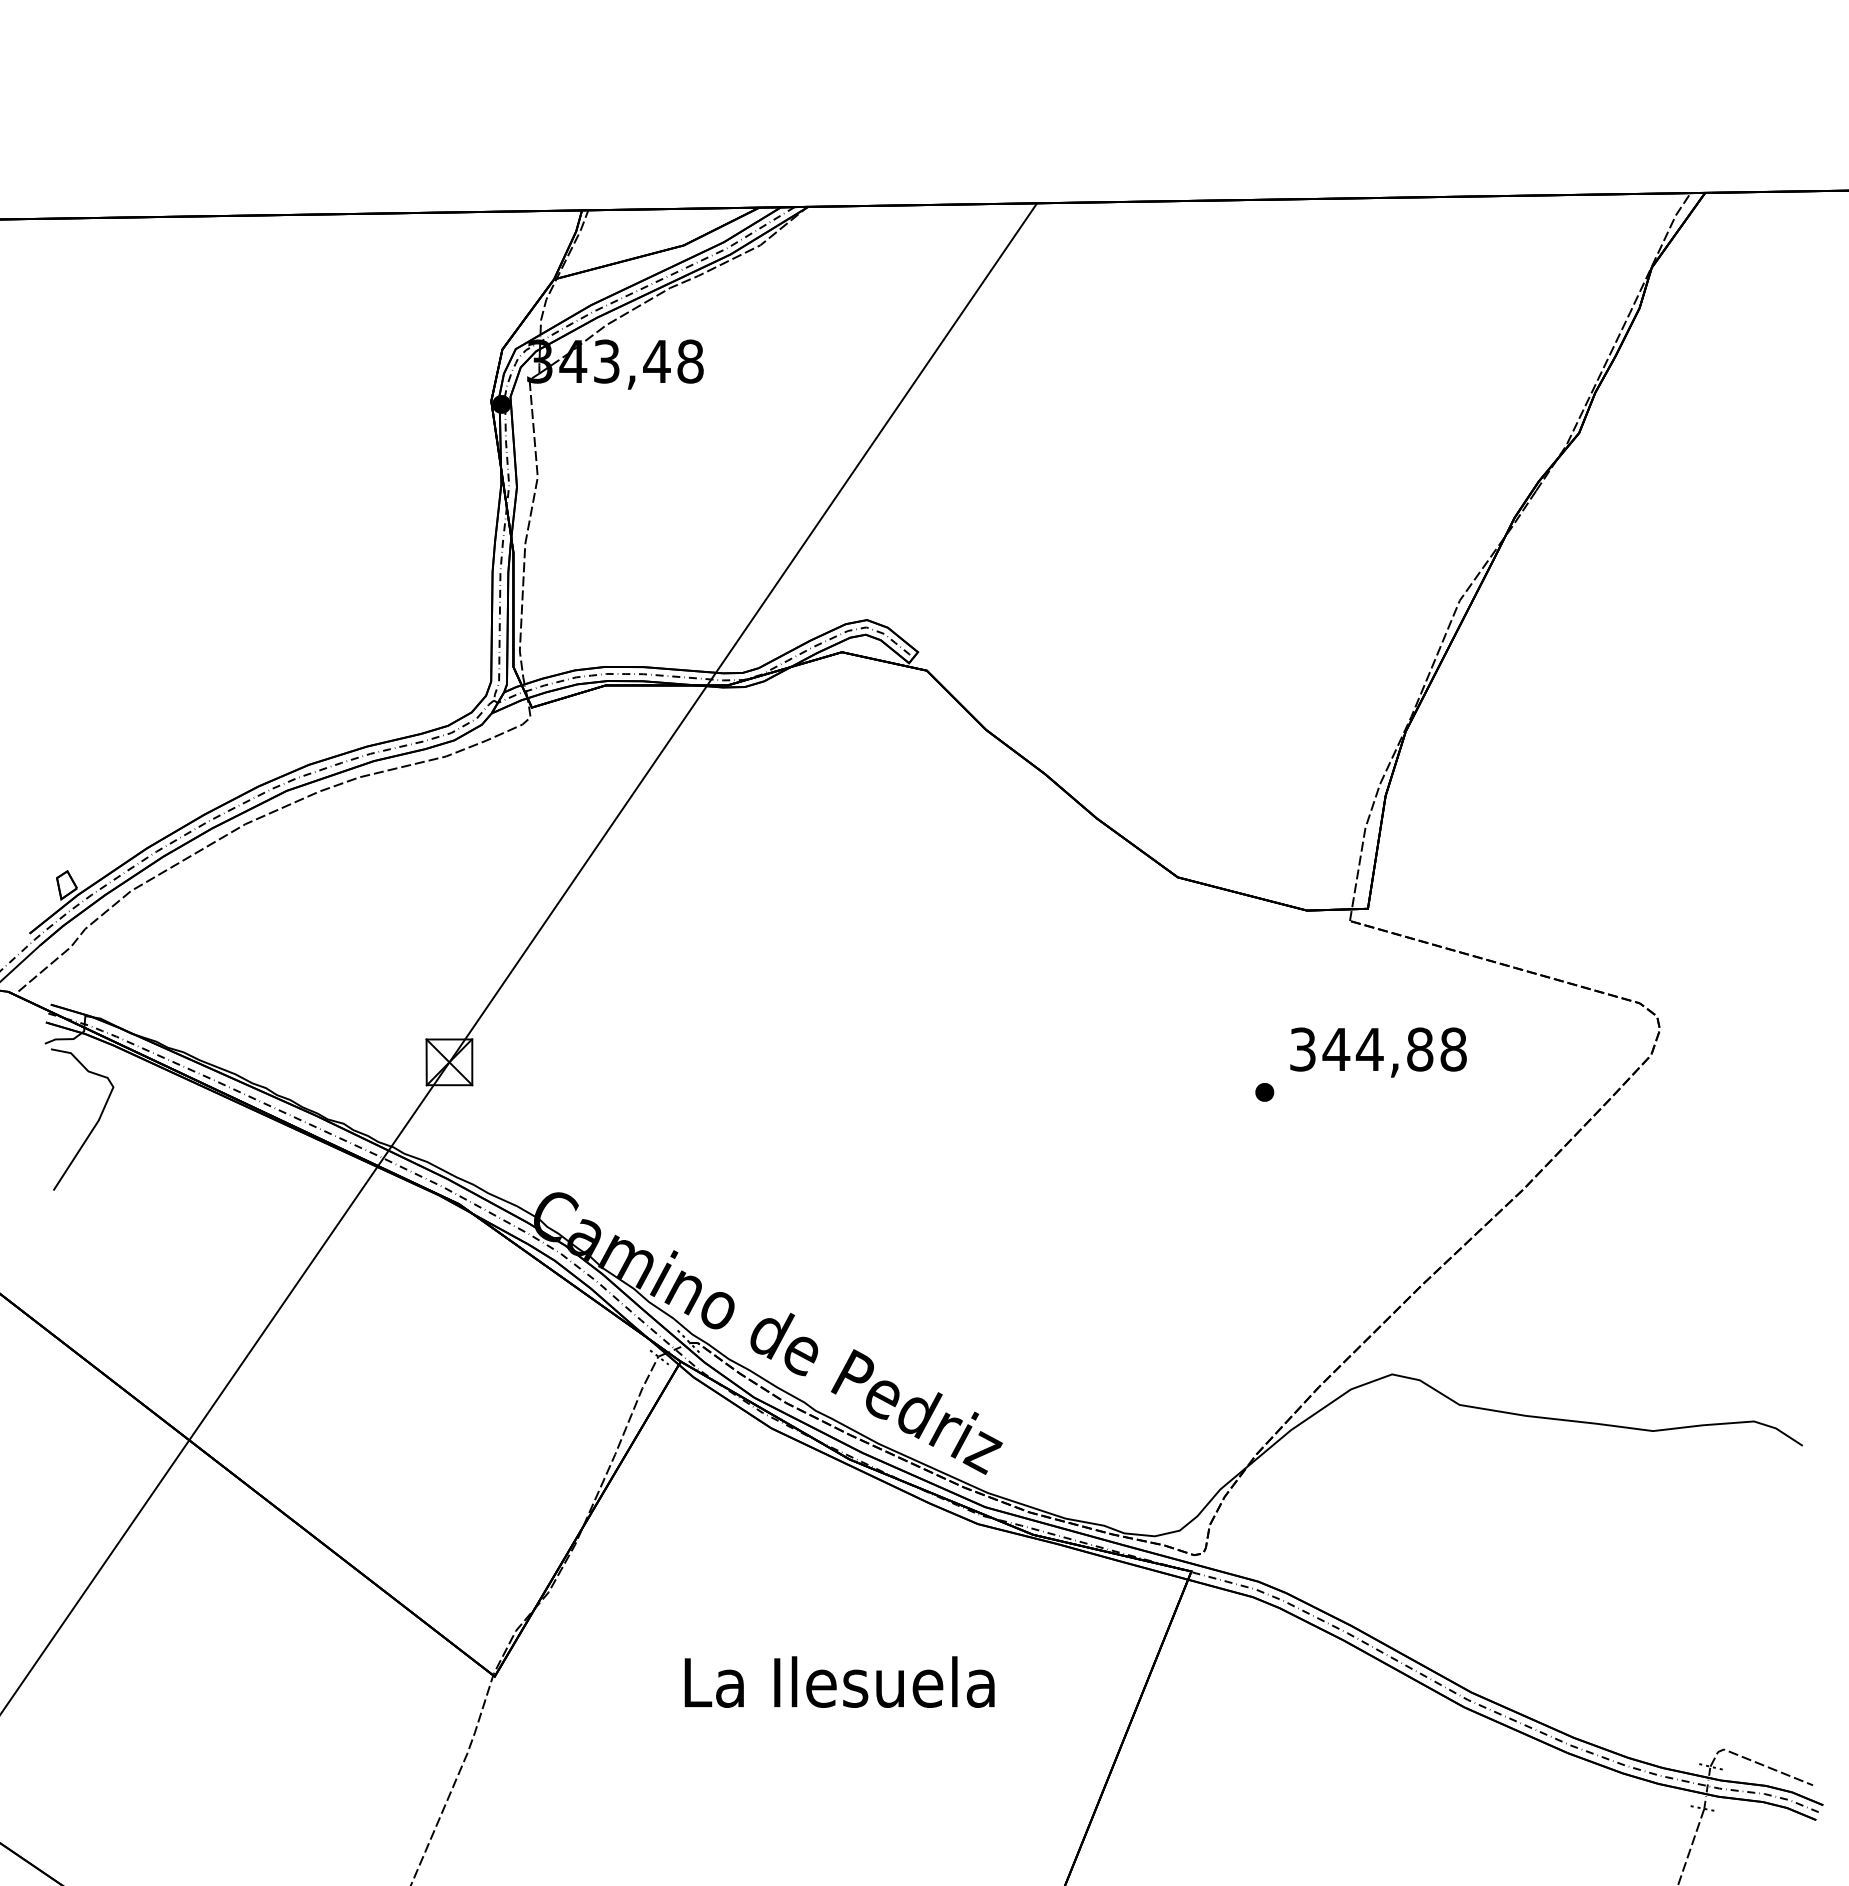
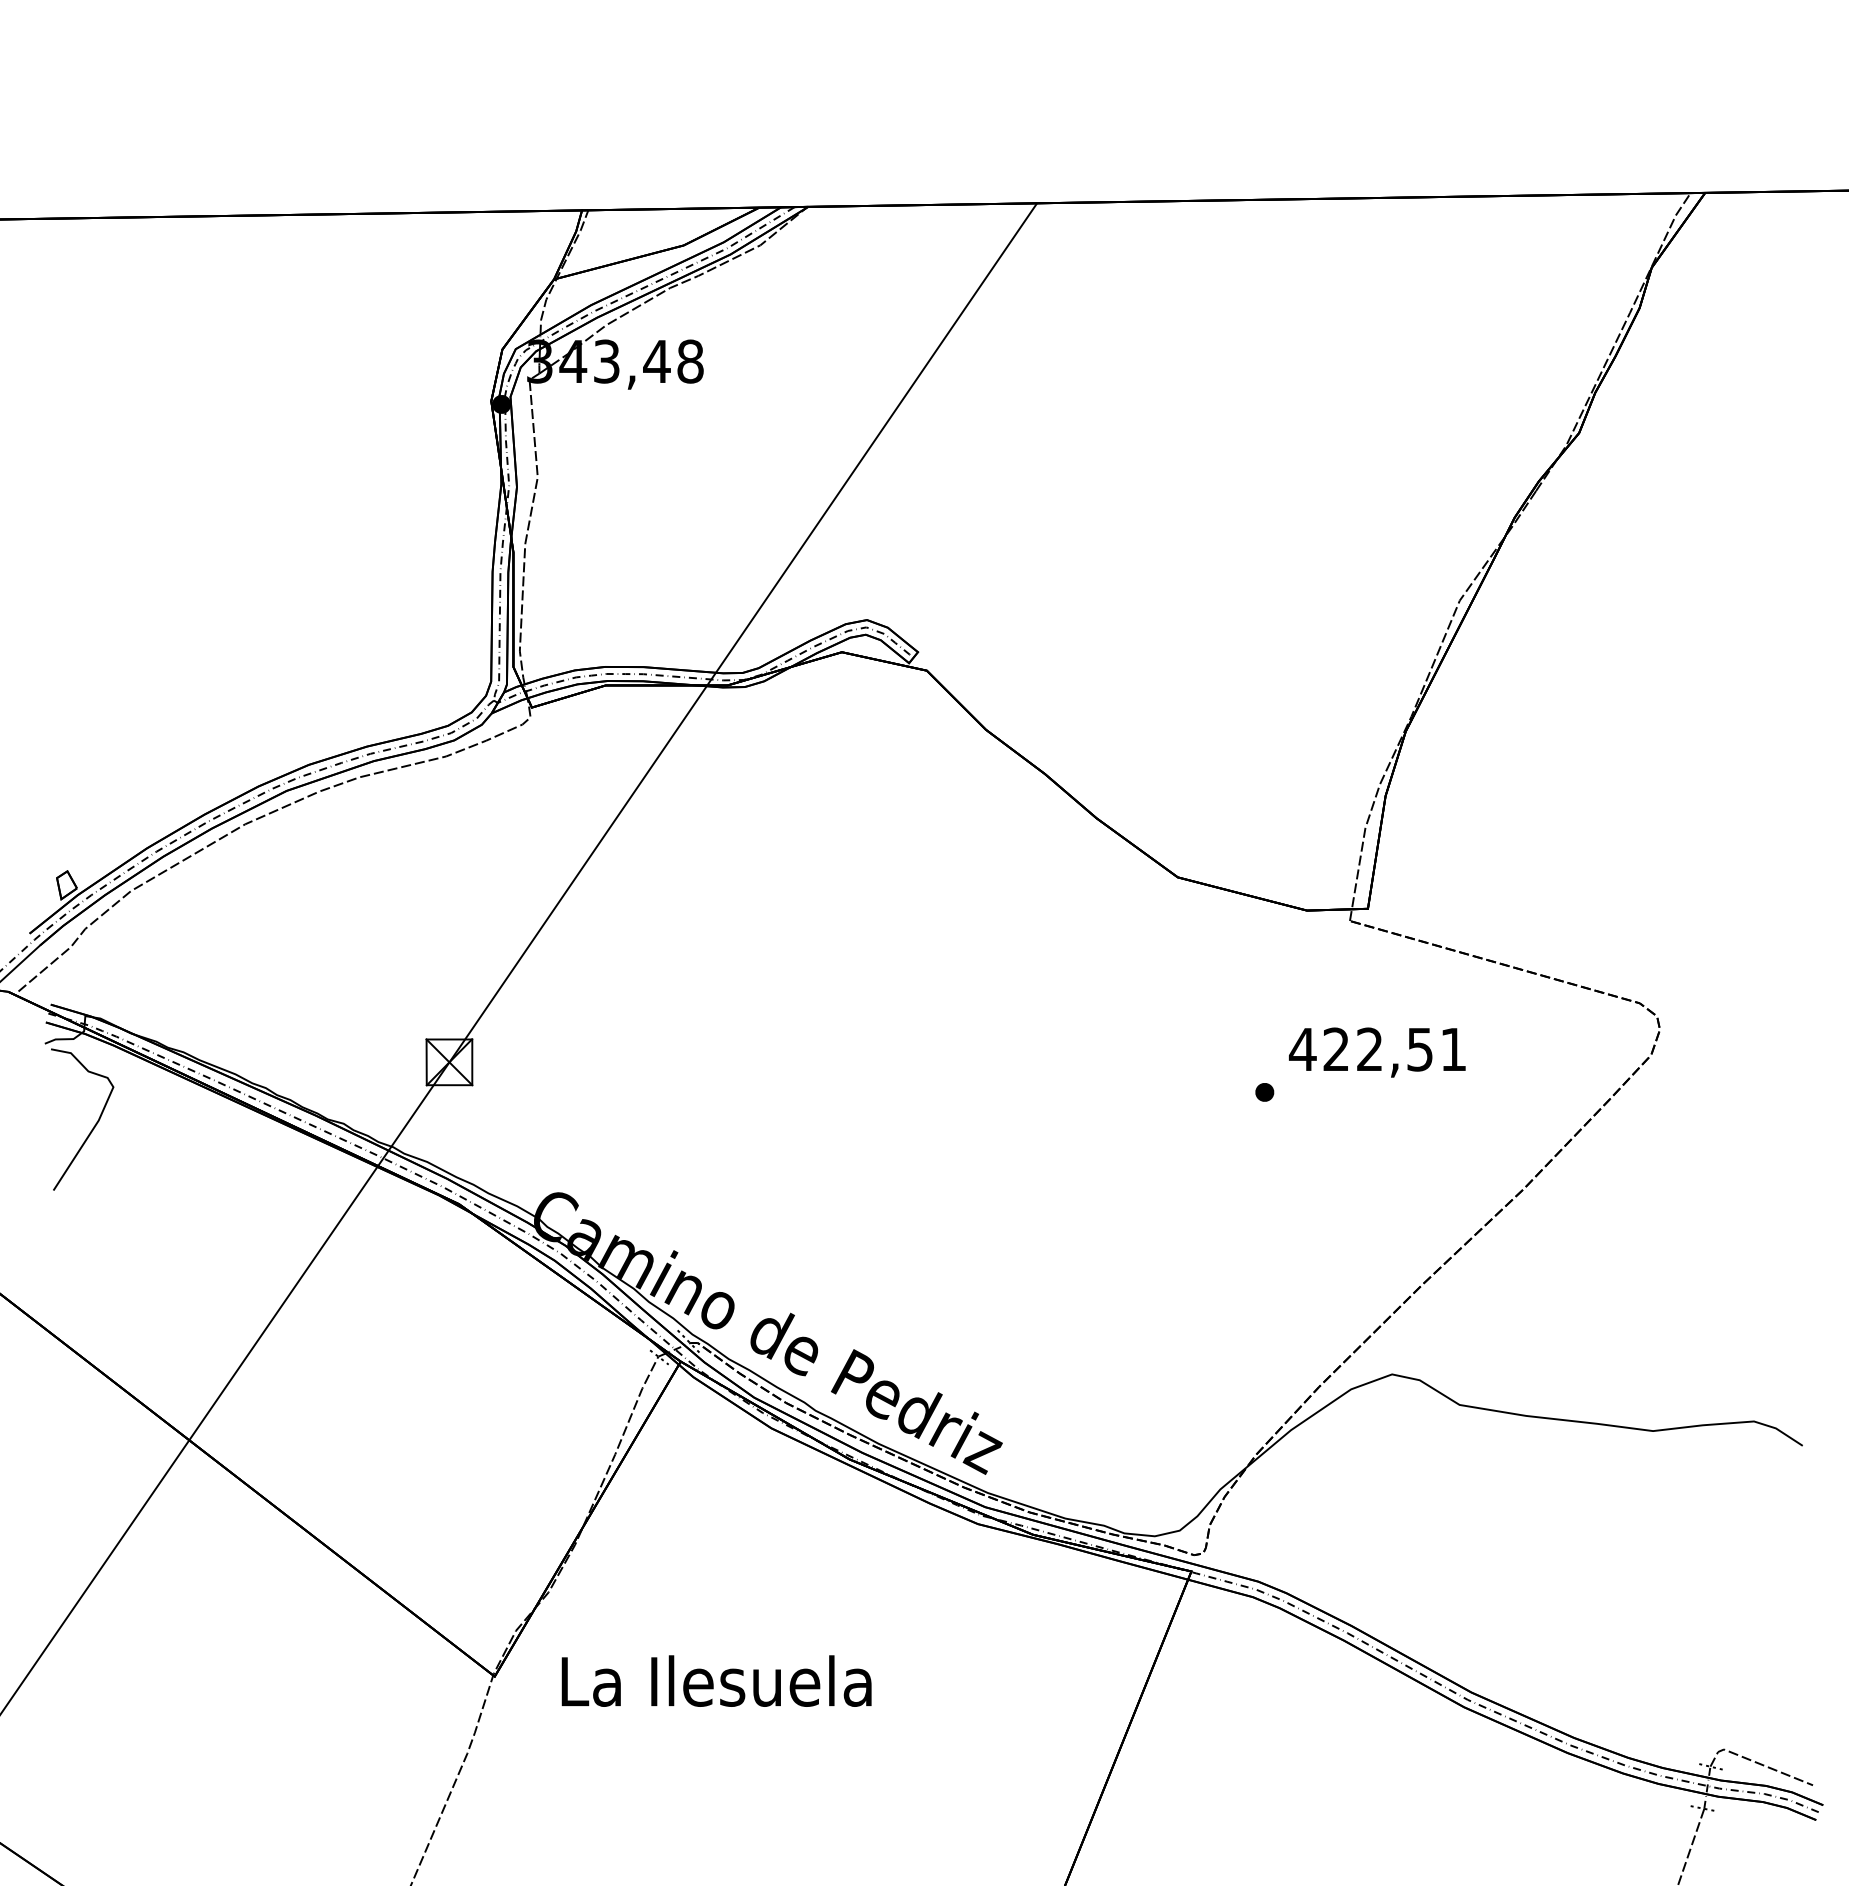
text at (1377, 1049): 344,88 -> 422,51
text at (839, 1681) position: (839, 1681) -> (716, 1680)
